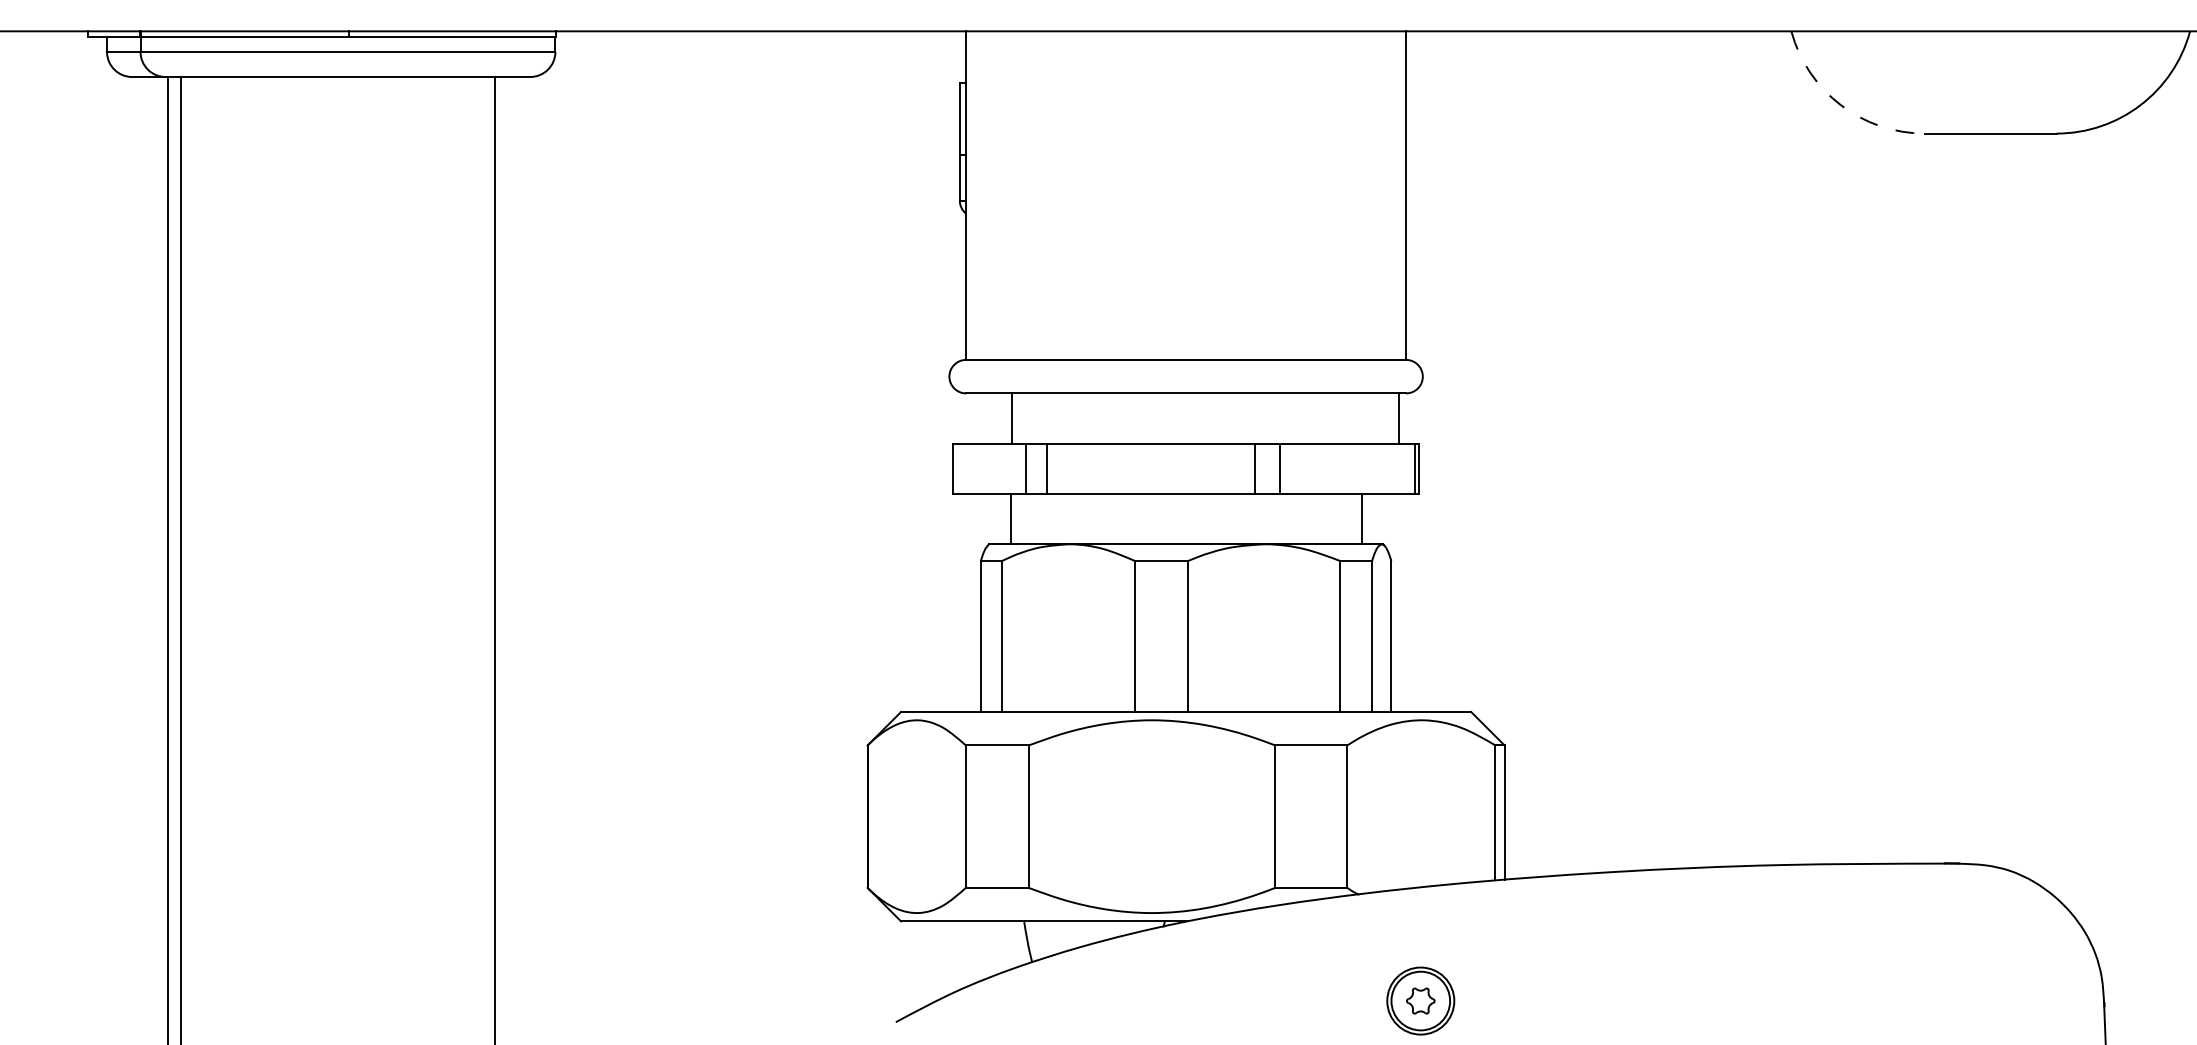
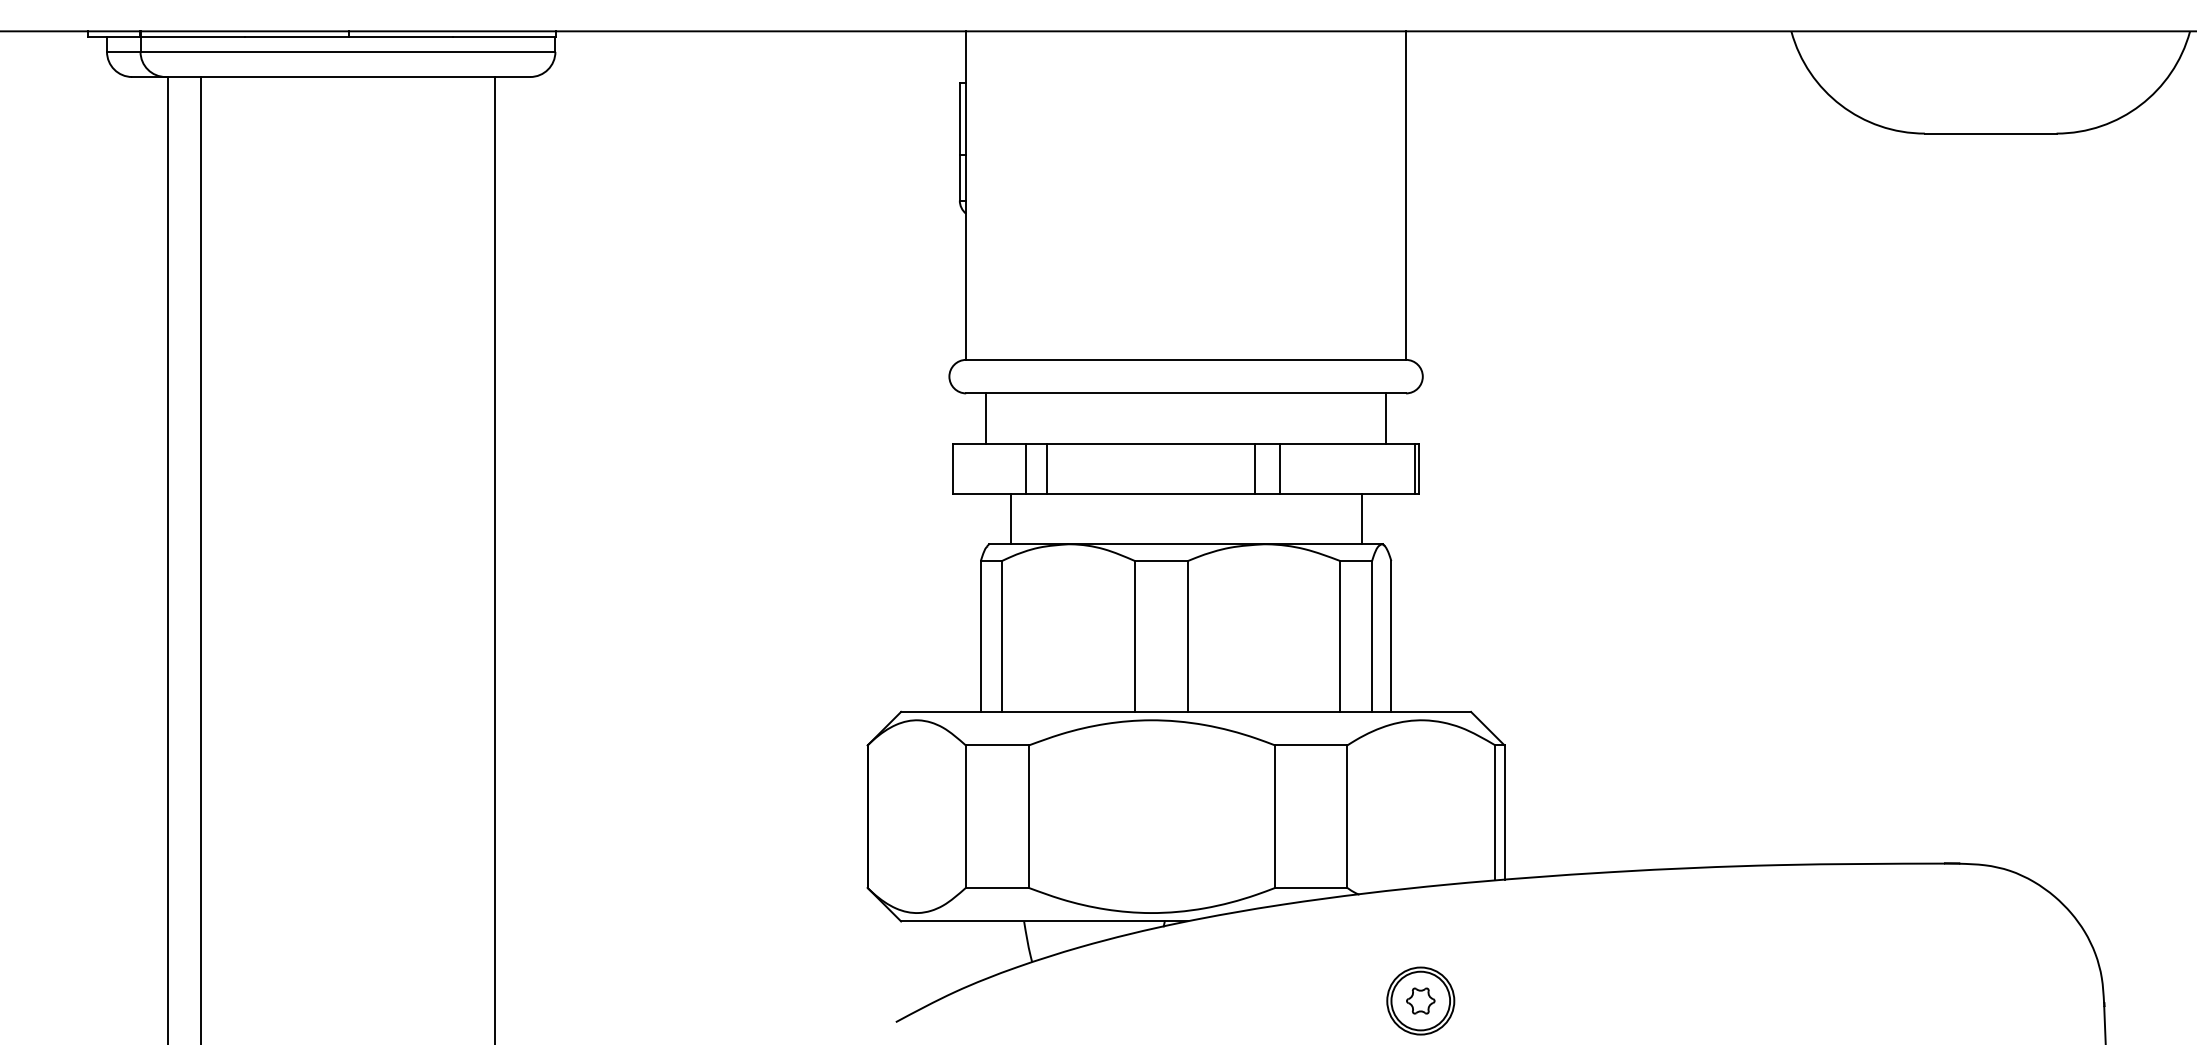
arc at (1840, 105): dashed -> solid
line at (1011, 418) position: (1011, 418) -> (985, 418)
line at (1399, 418) position: (1399, 418) -> (1386, 418)
line at (181, 559) position: (181, 559) -> (201, 559)
